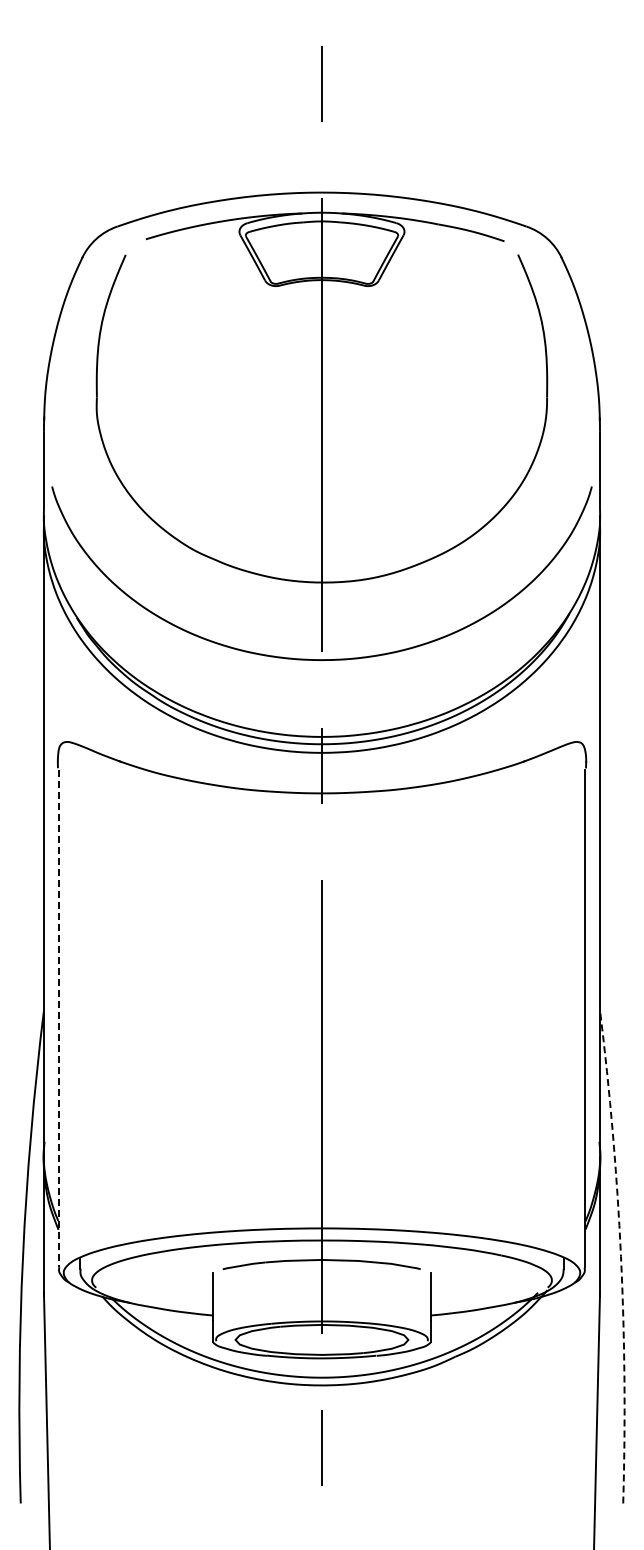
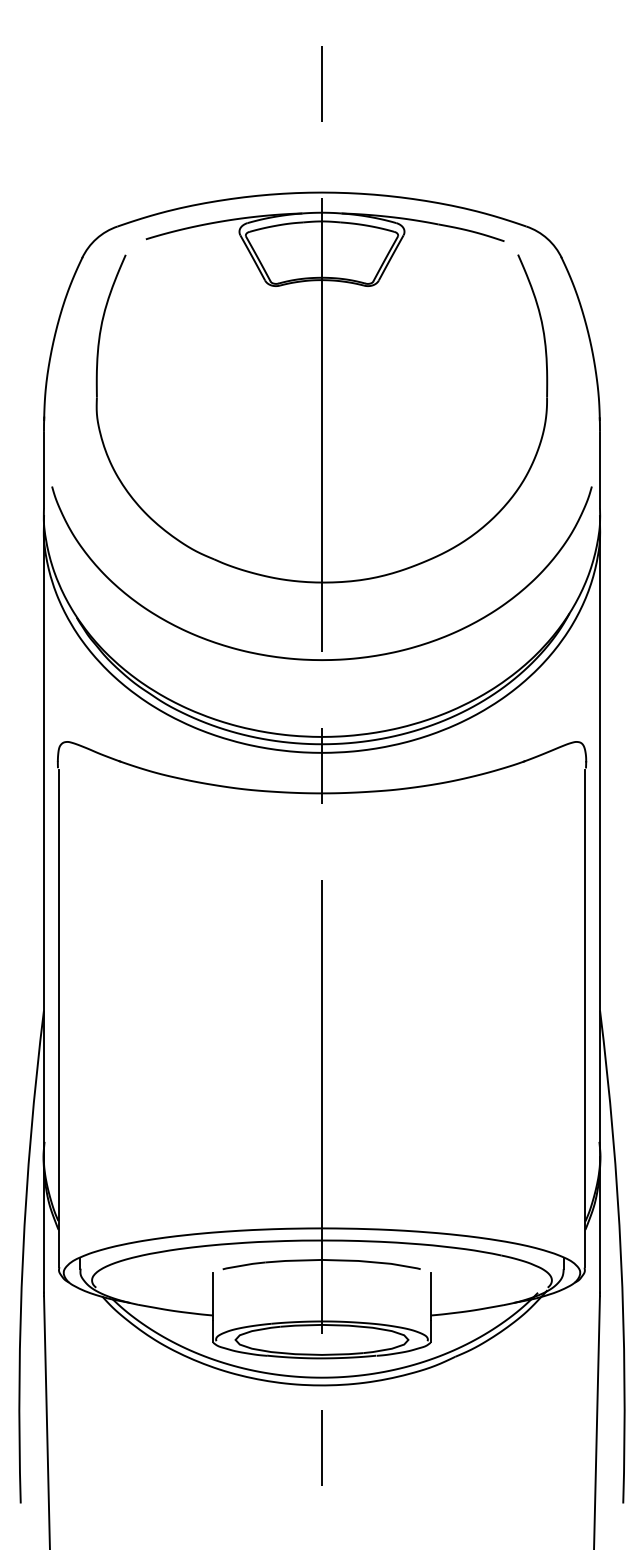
line at (59, 1018): dashed -> solid
arc at (621, 1256): dashed -> solid
